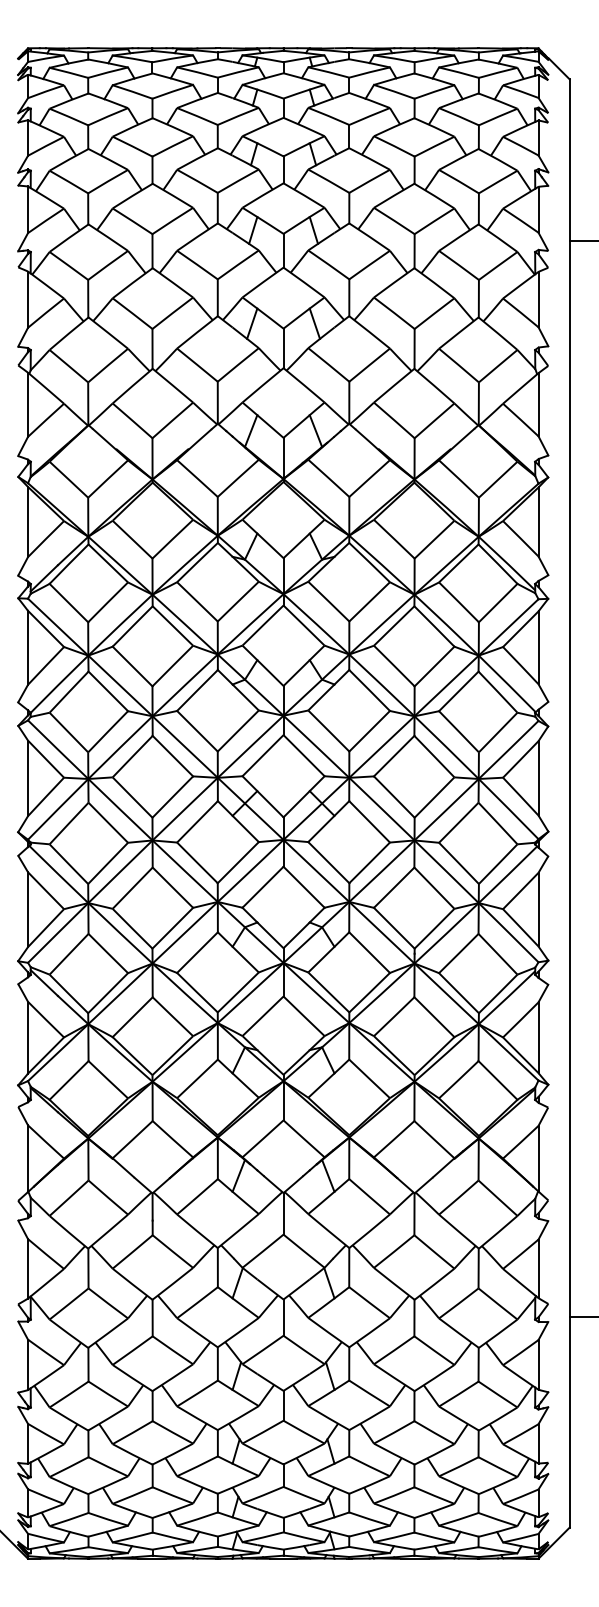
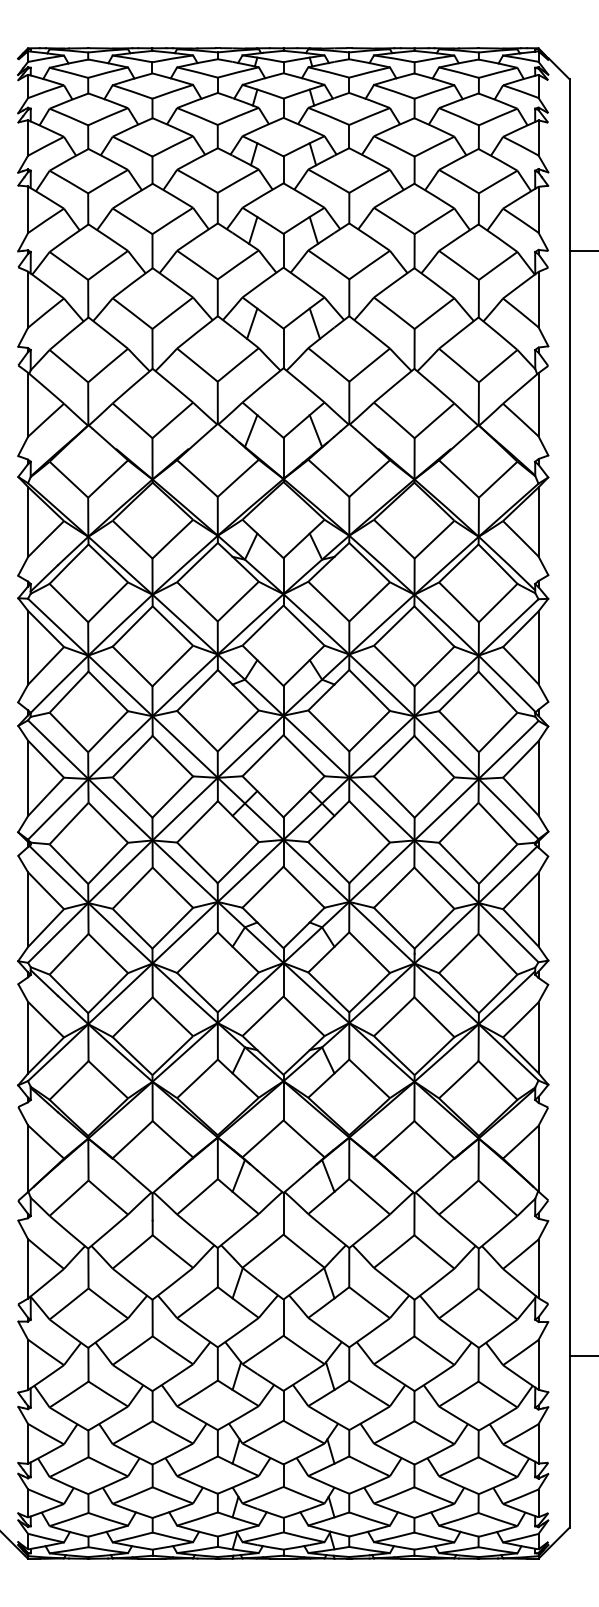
line at (582, 241) position: (582, 241) -> (582, 251)
line at (582, 1316) position: (582, 1316) -> (582, 1355)
